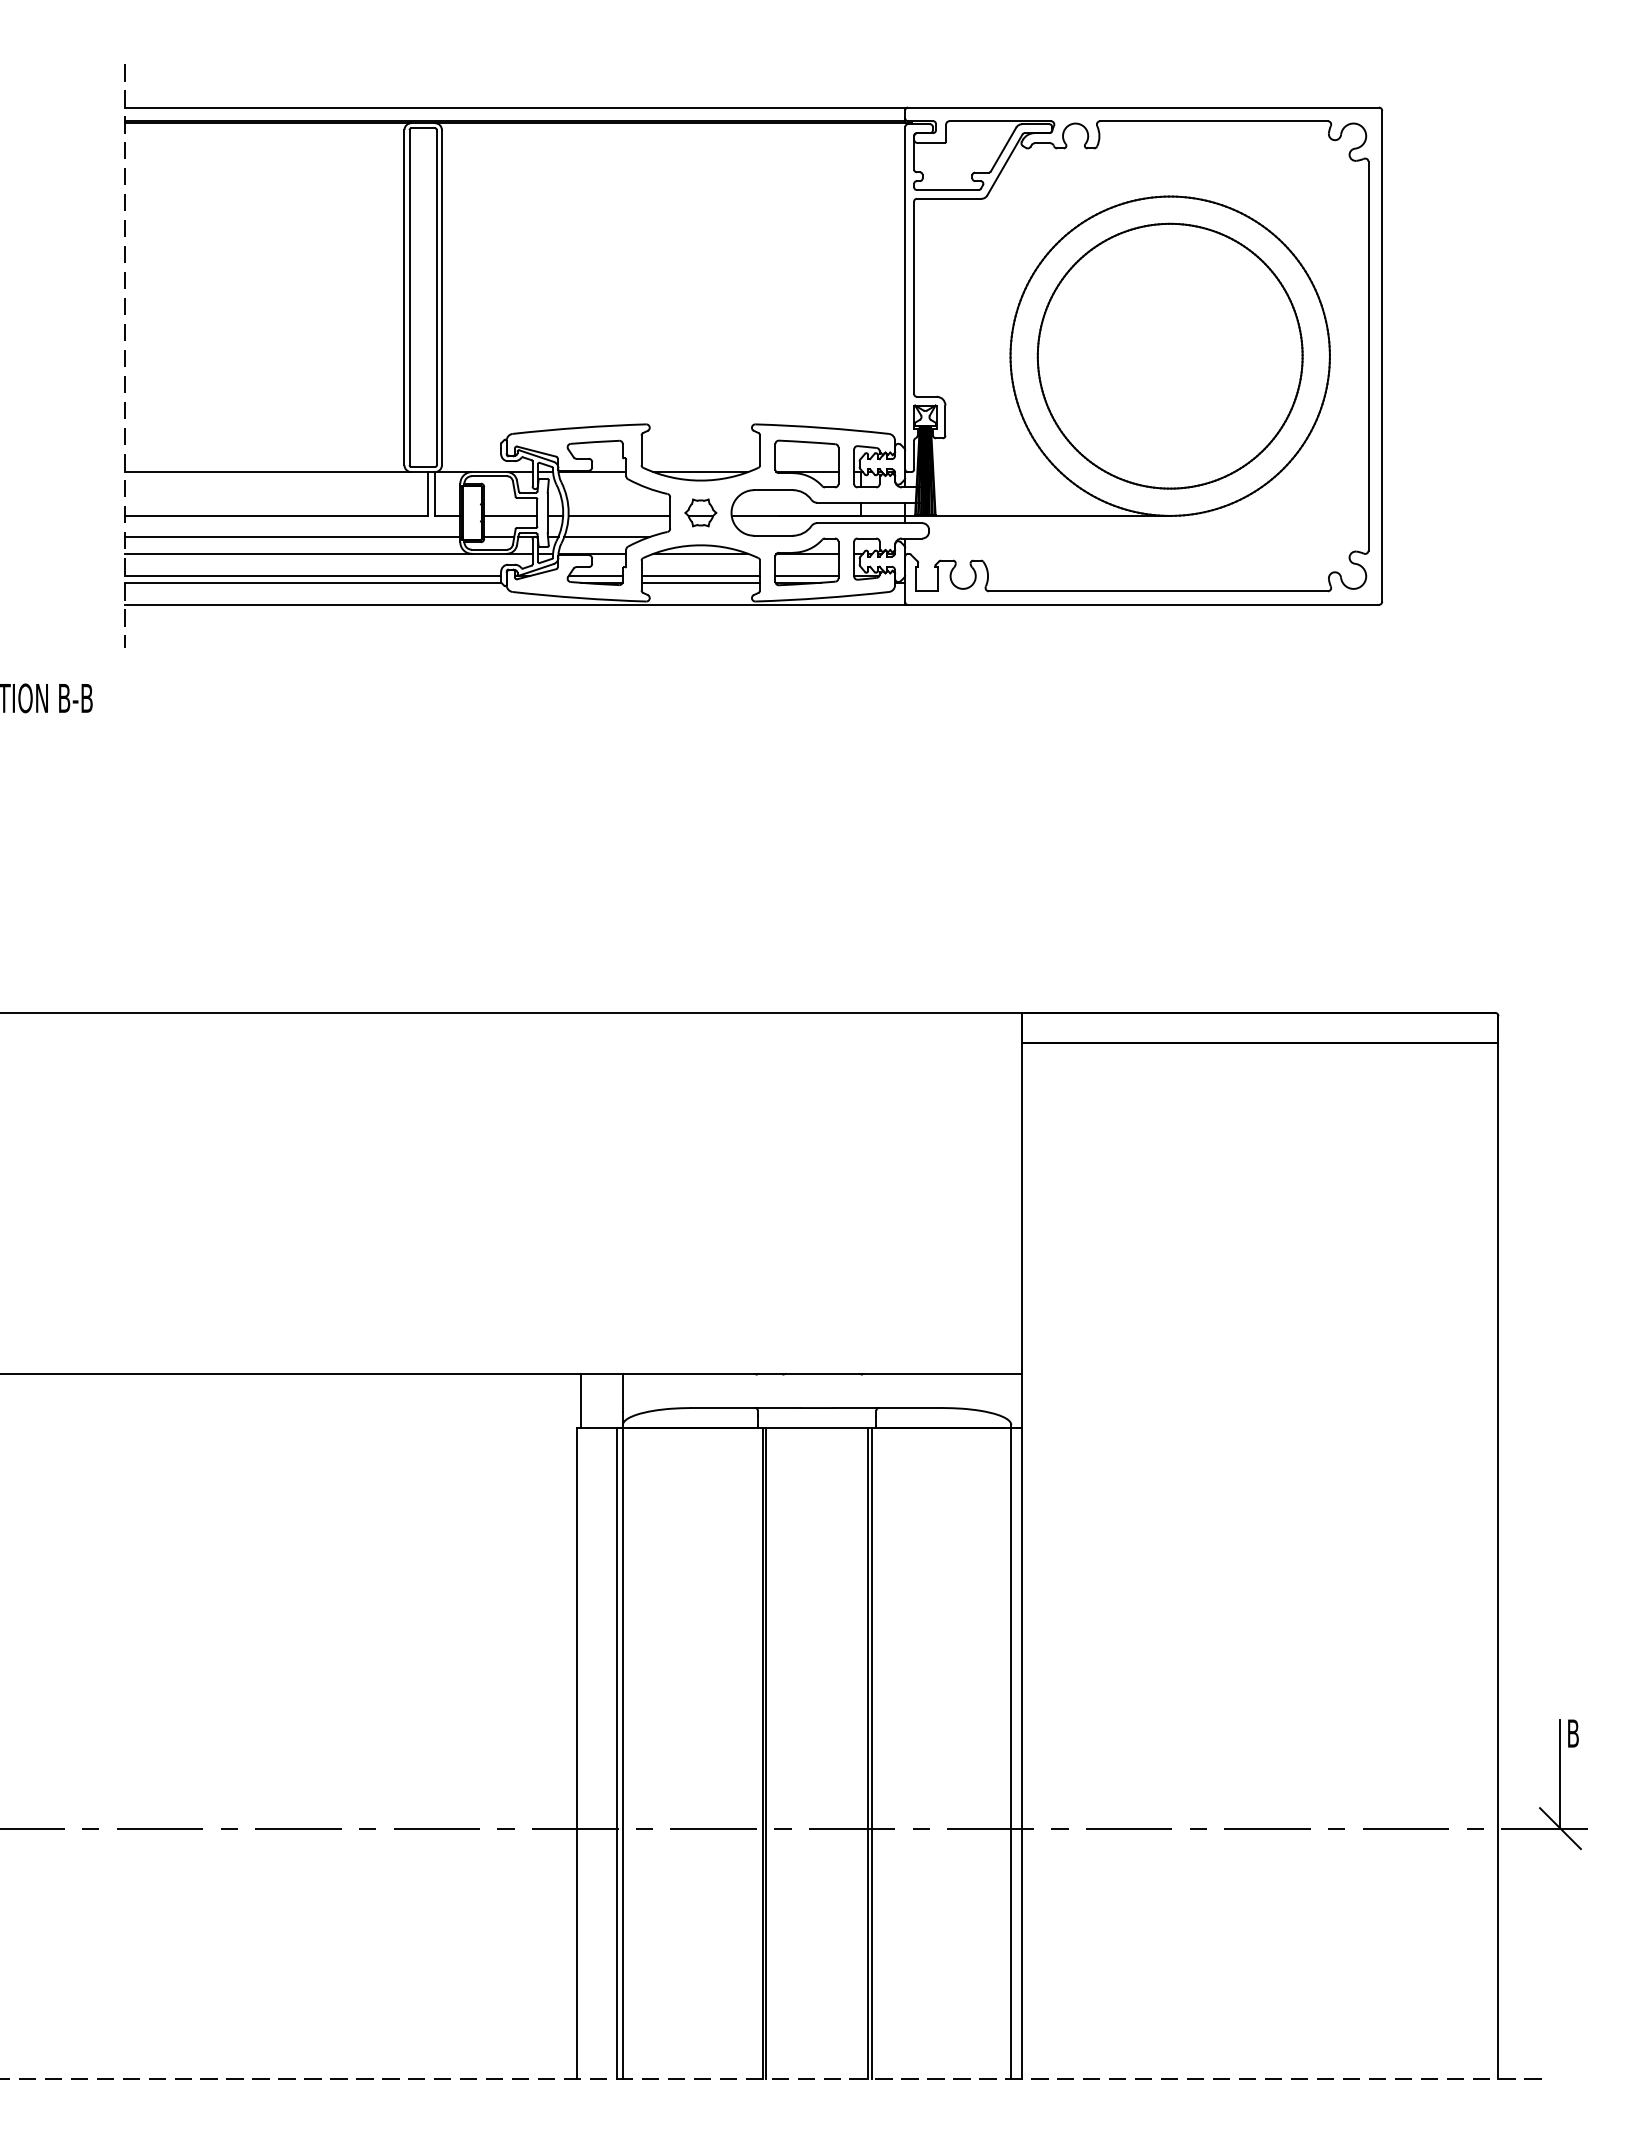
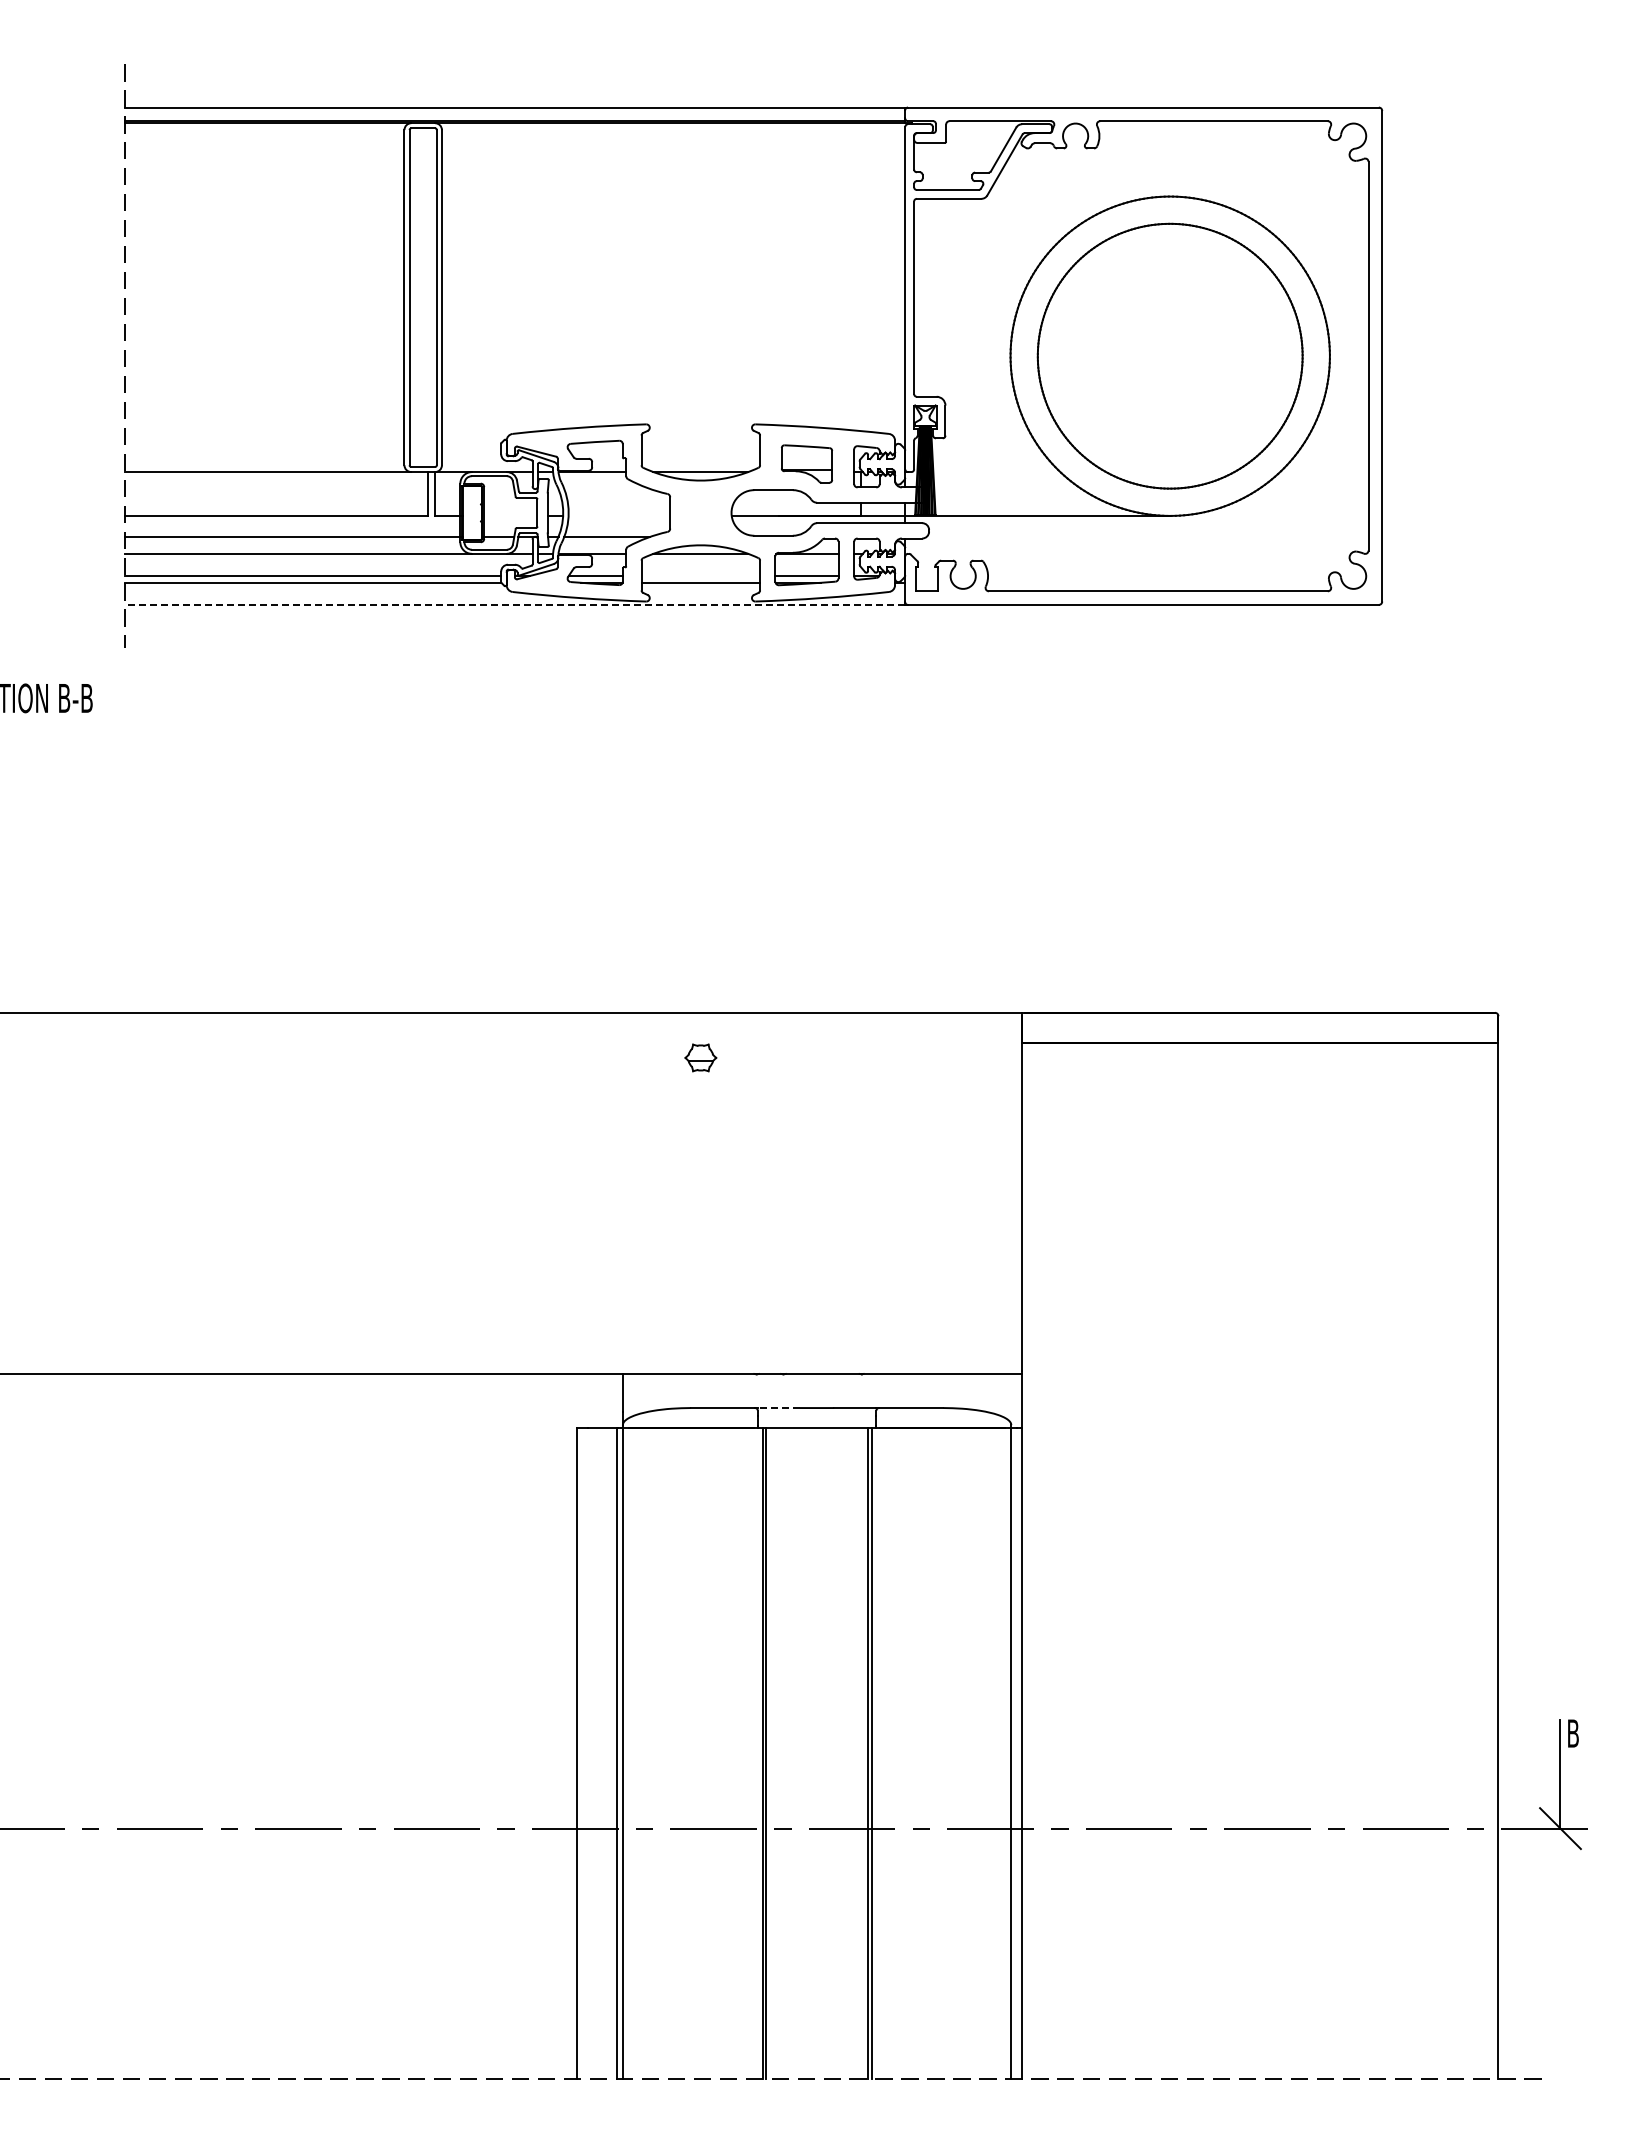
part at (806, 463) size: 66x50 px -> 53x40 px
part at (700, 512) position: (700, 512) -> (700, 1057)
line at (510, 516): present -> none
line at (619, 516): present -> none
line at (700, 575): present -> none
line at (514, 604): solid -> dashed
line at (580, 1400): present -> none
line at (779, 1408): solid -> dashed
